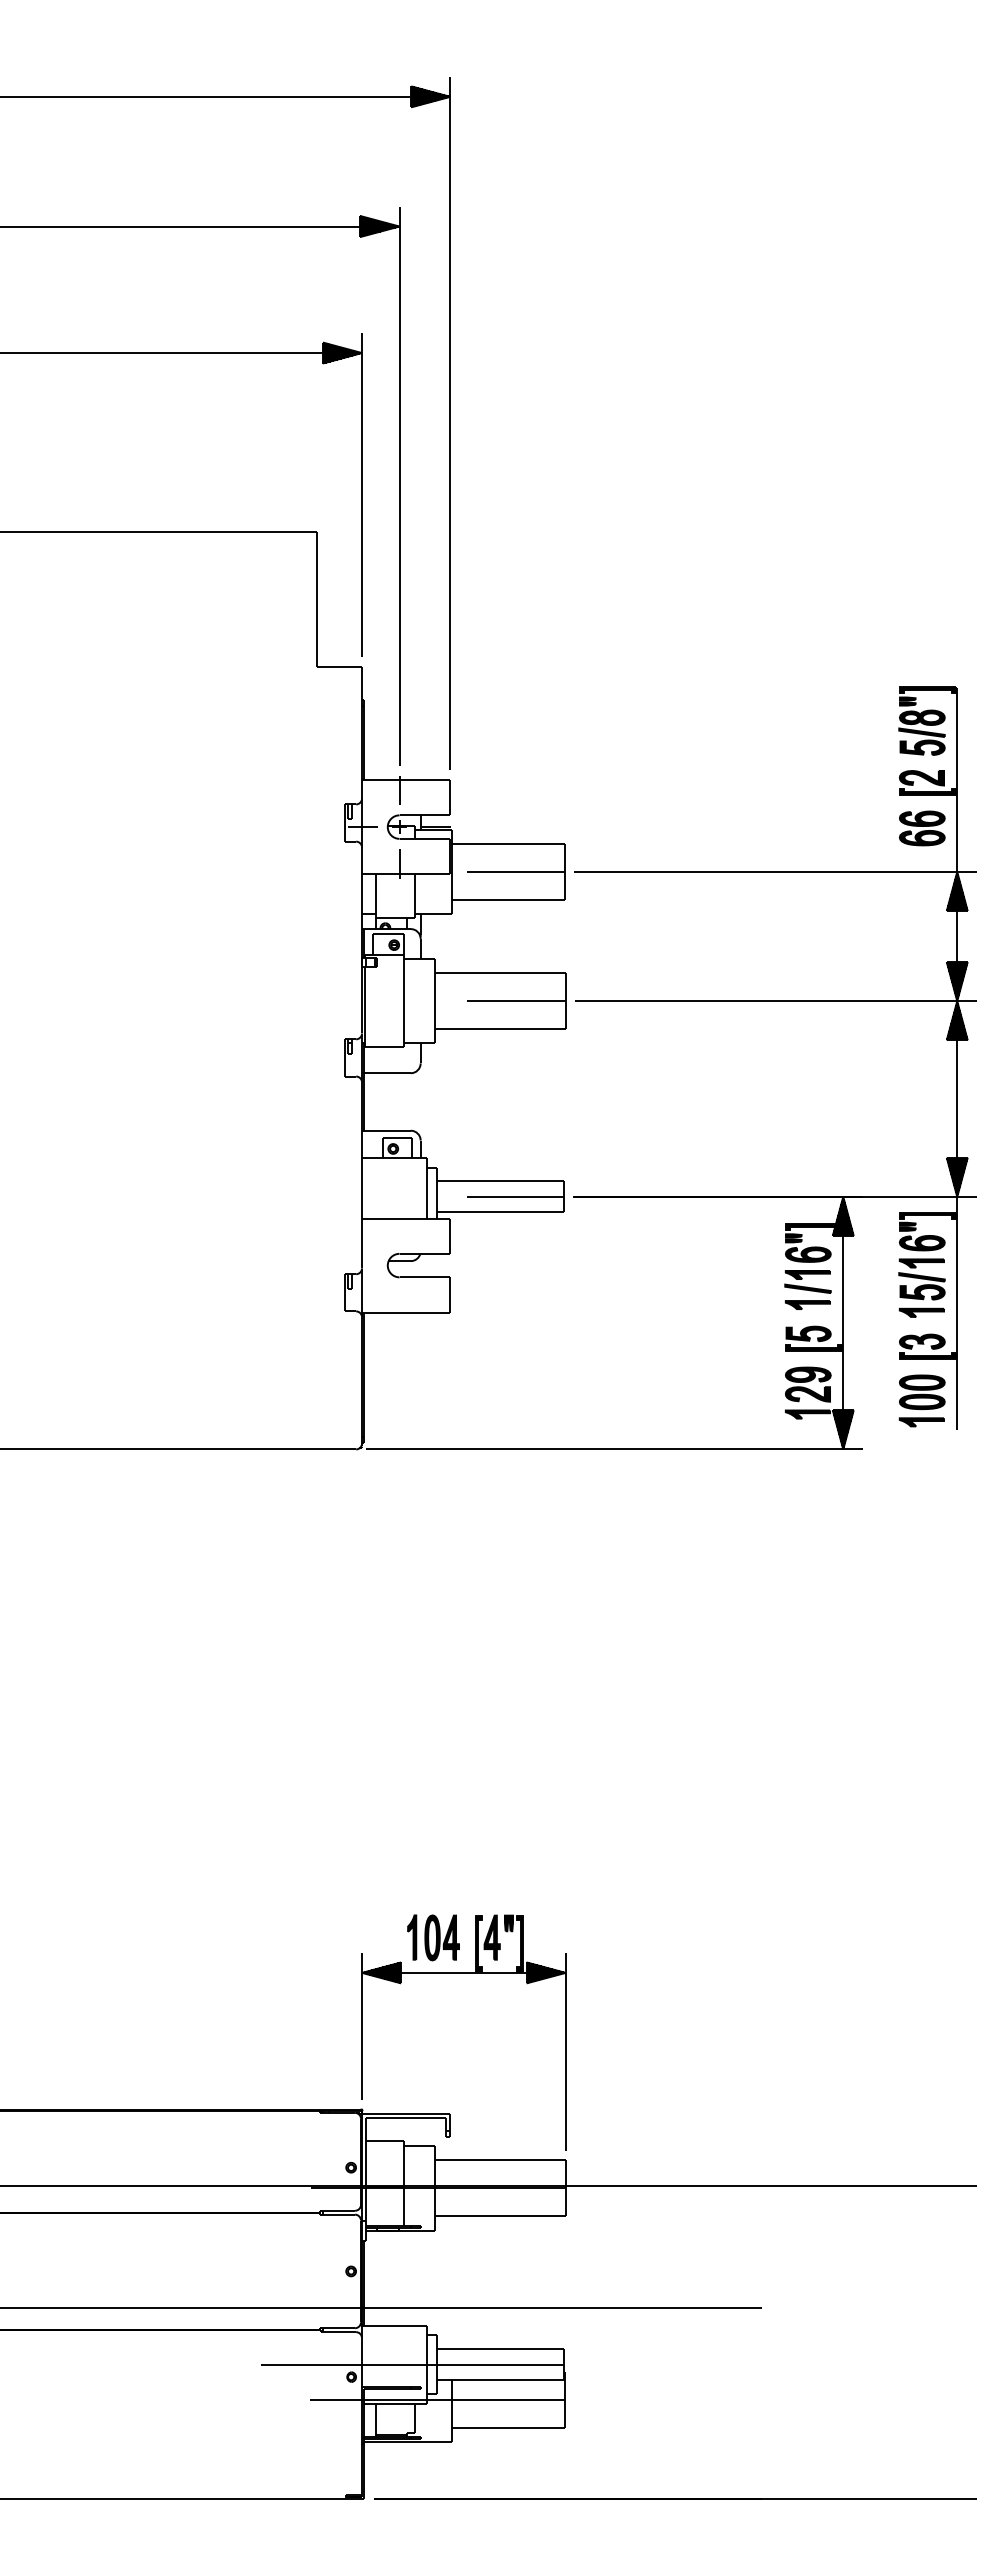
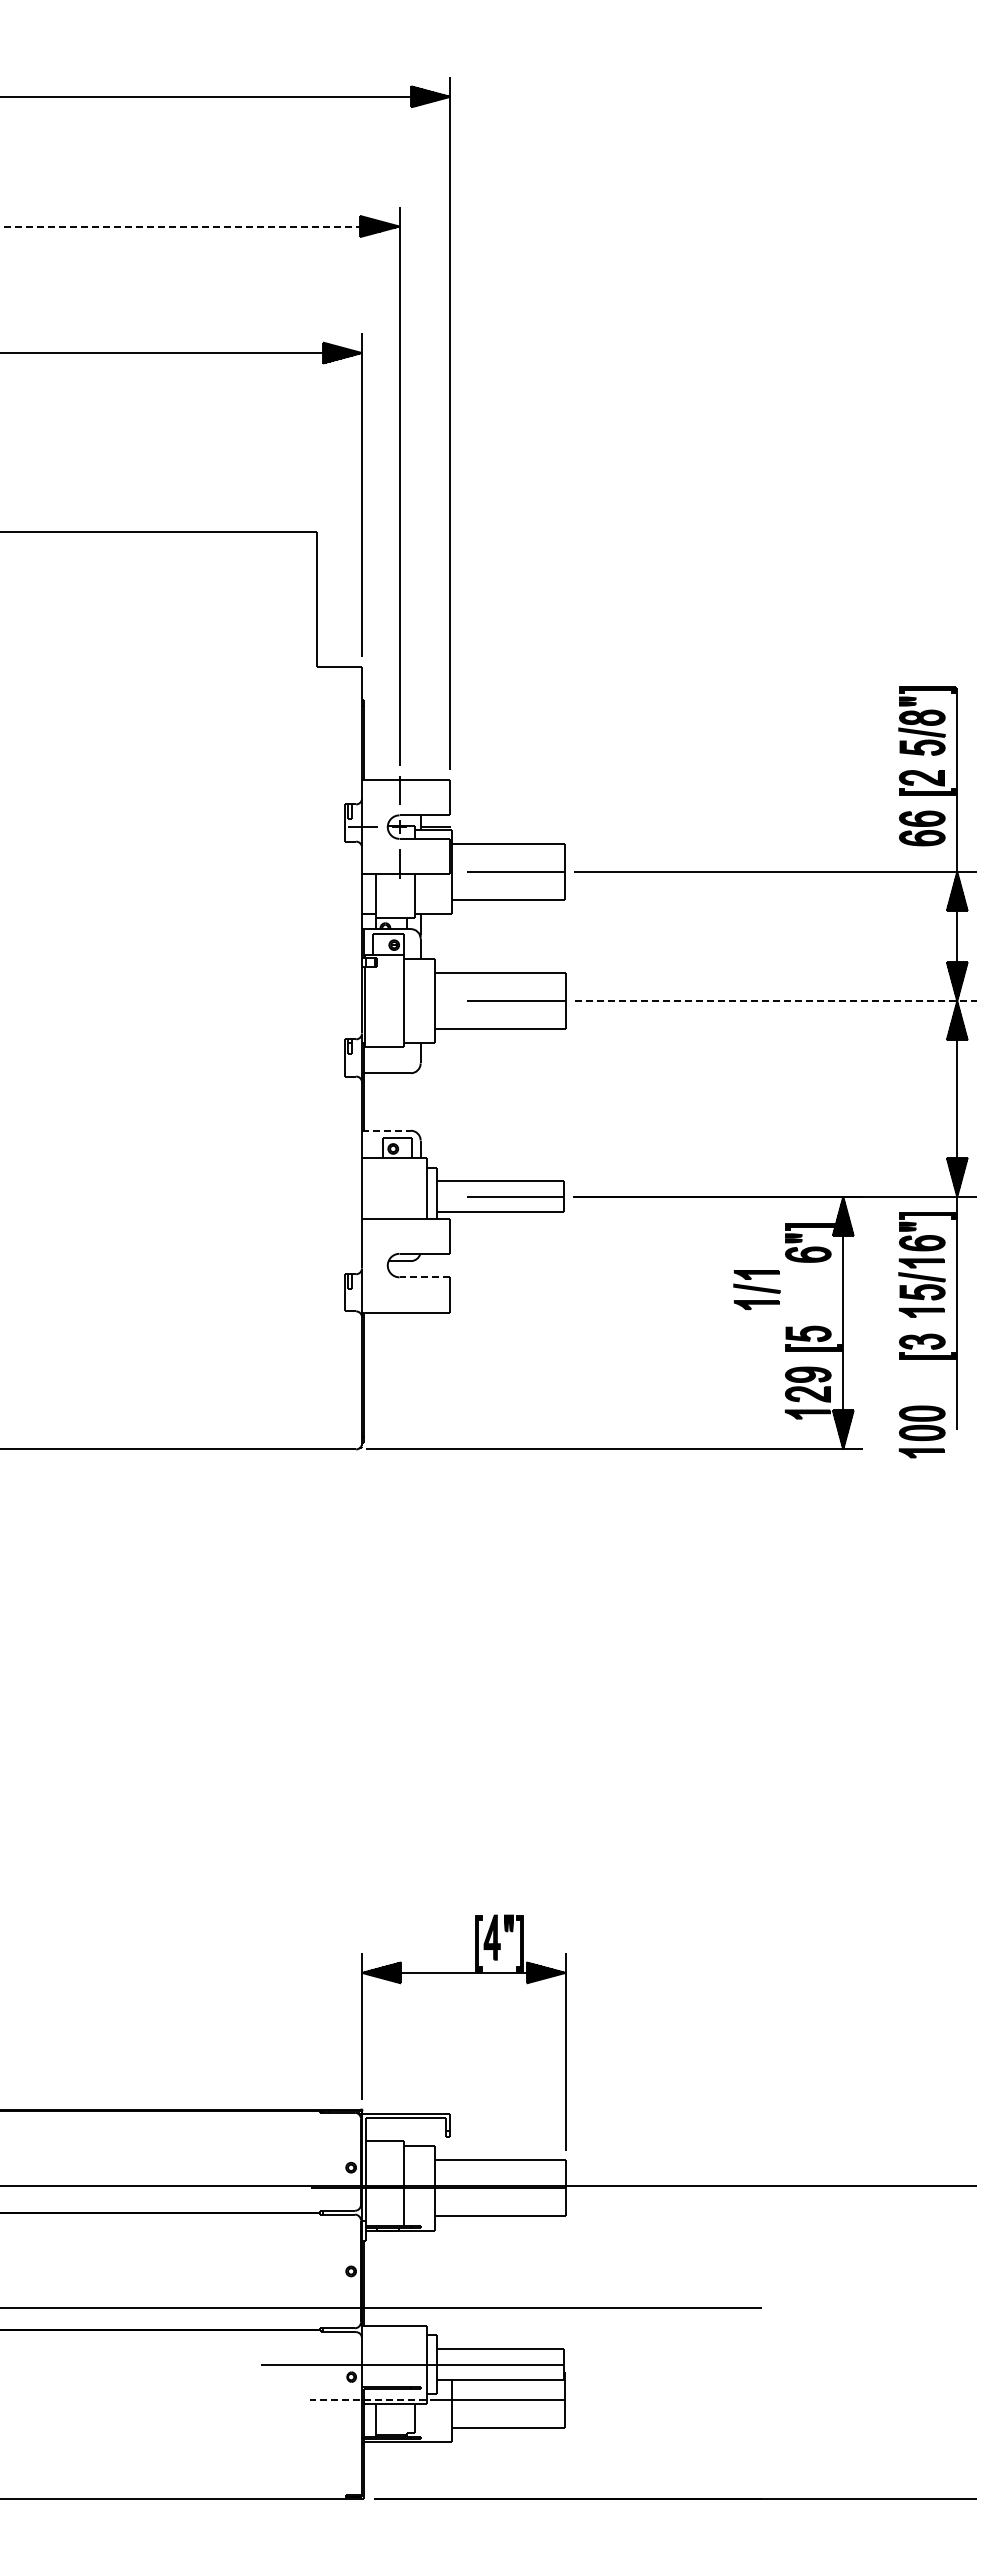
line at (200, 226): solid -> dashed
line at (776, 1001): solid -> dashed
line at (386, 1130): solid -> dashed
line at (424, 1277): solid -> dashed
part at (807, 1289) position: (807, 1289) -> (756, 1289)
part at (921, 1400) position: (921, 1400) -> (921, 1431)
part at (433, 1937): present -> none
line at (373, 2399): solid -> dashed
